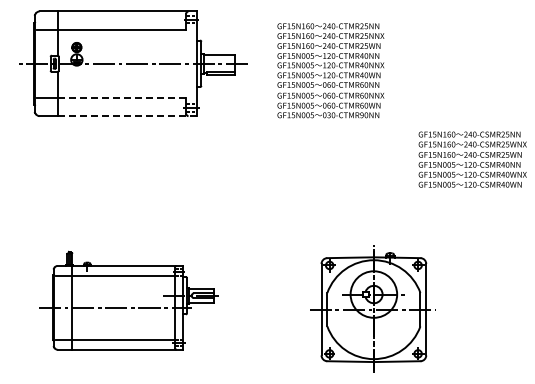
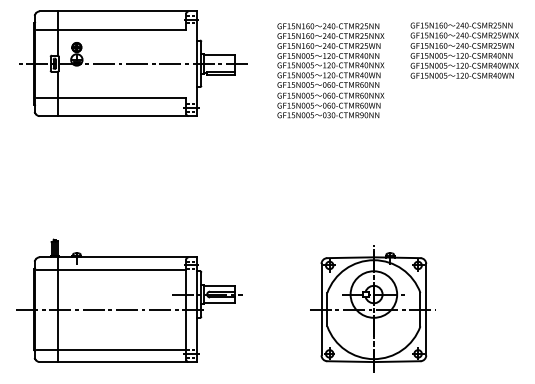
line at (122, 97): dashed -> solid
line at (127, 116): dashed -> solid
text at (472, 159) position: (472, 159) -> (464, 50)
part at (128, 300) size: 180x101 px -> 227x125 px
